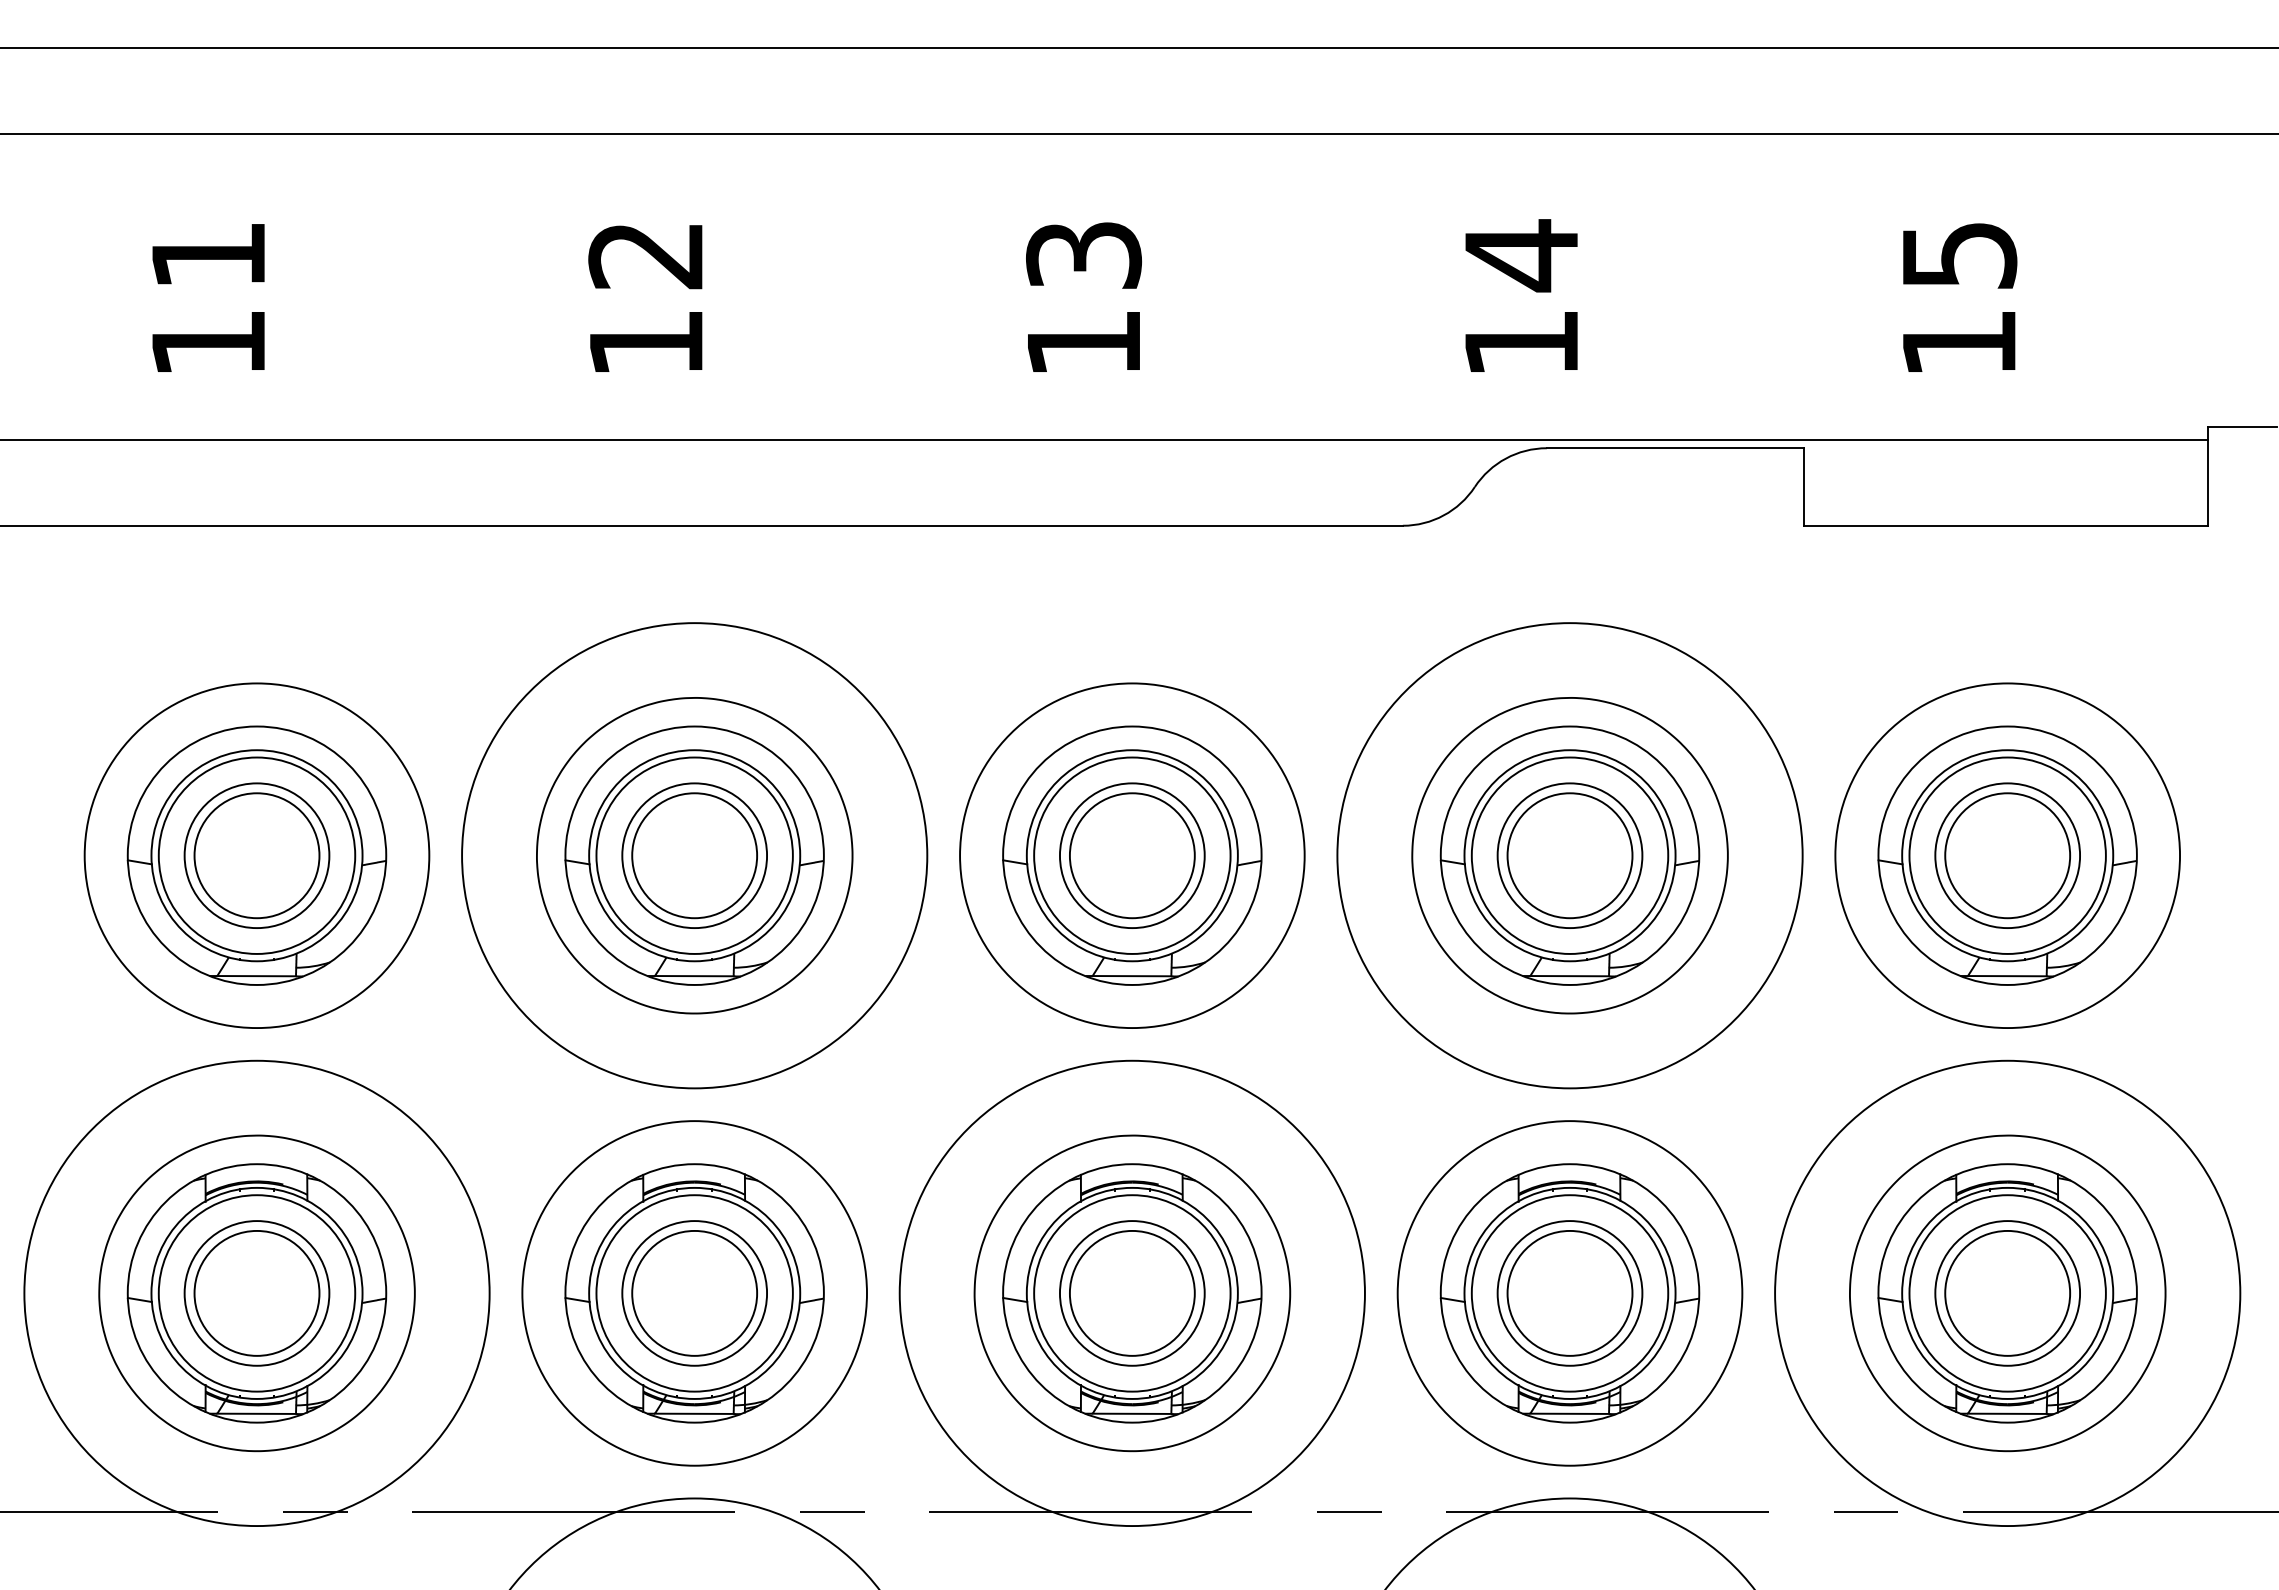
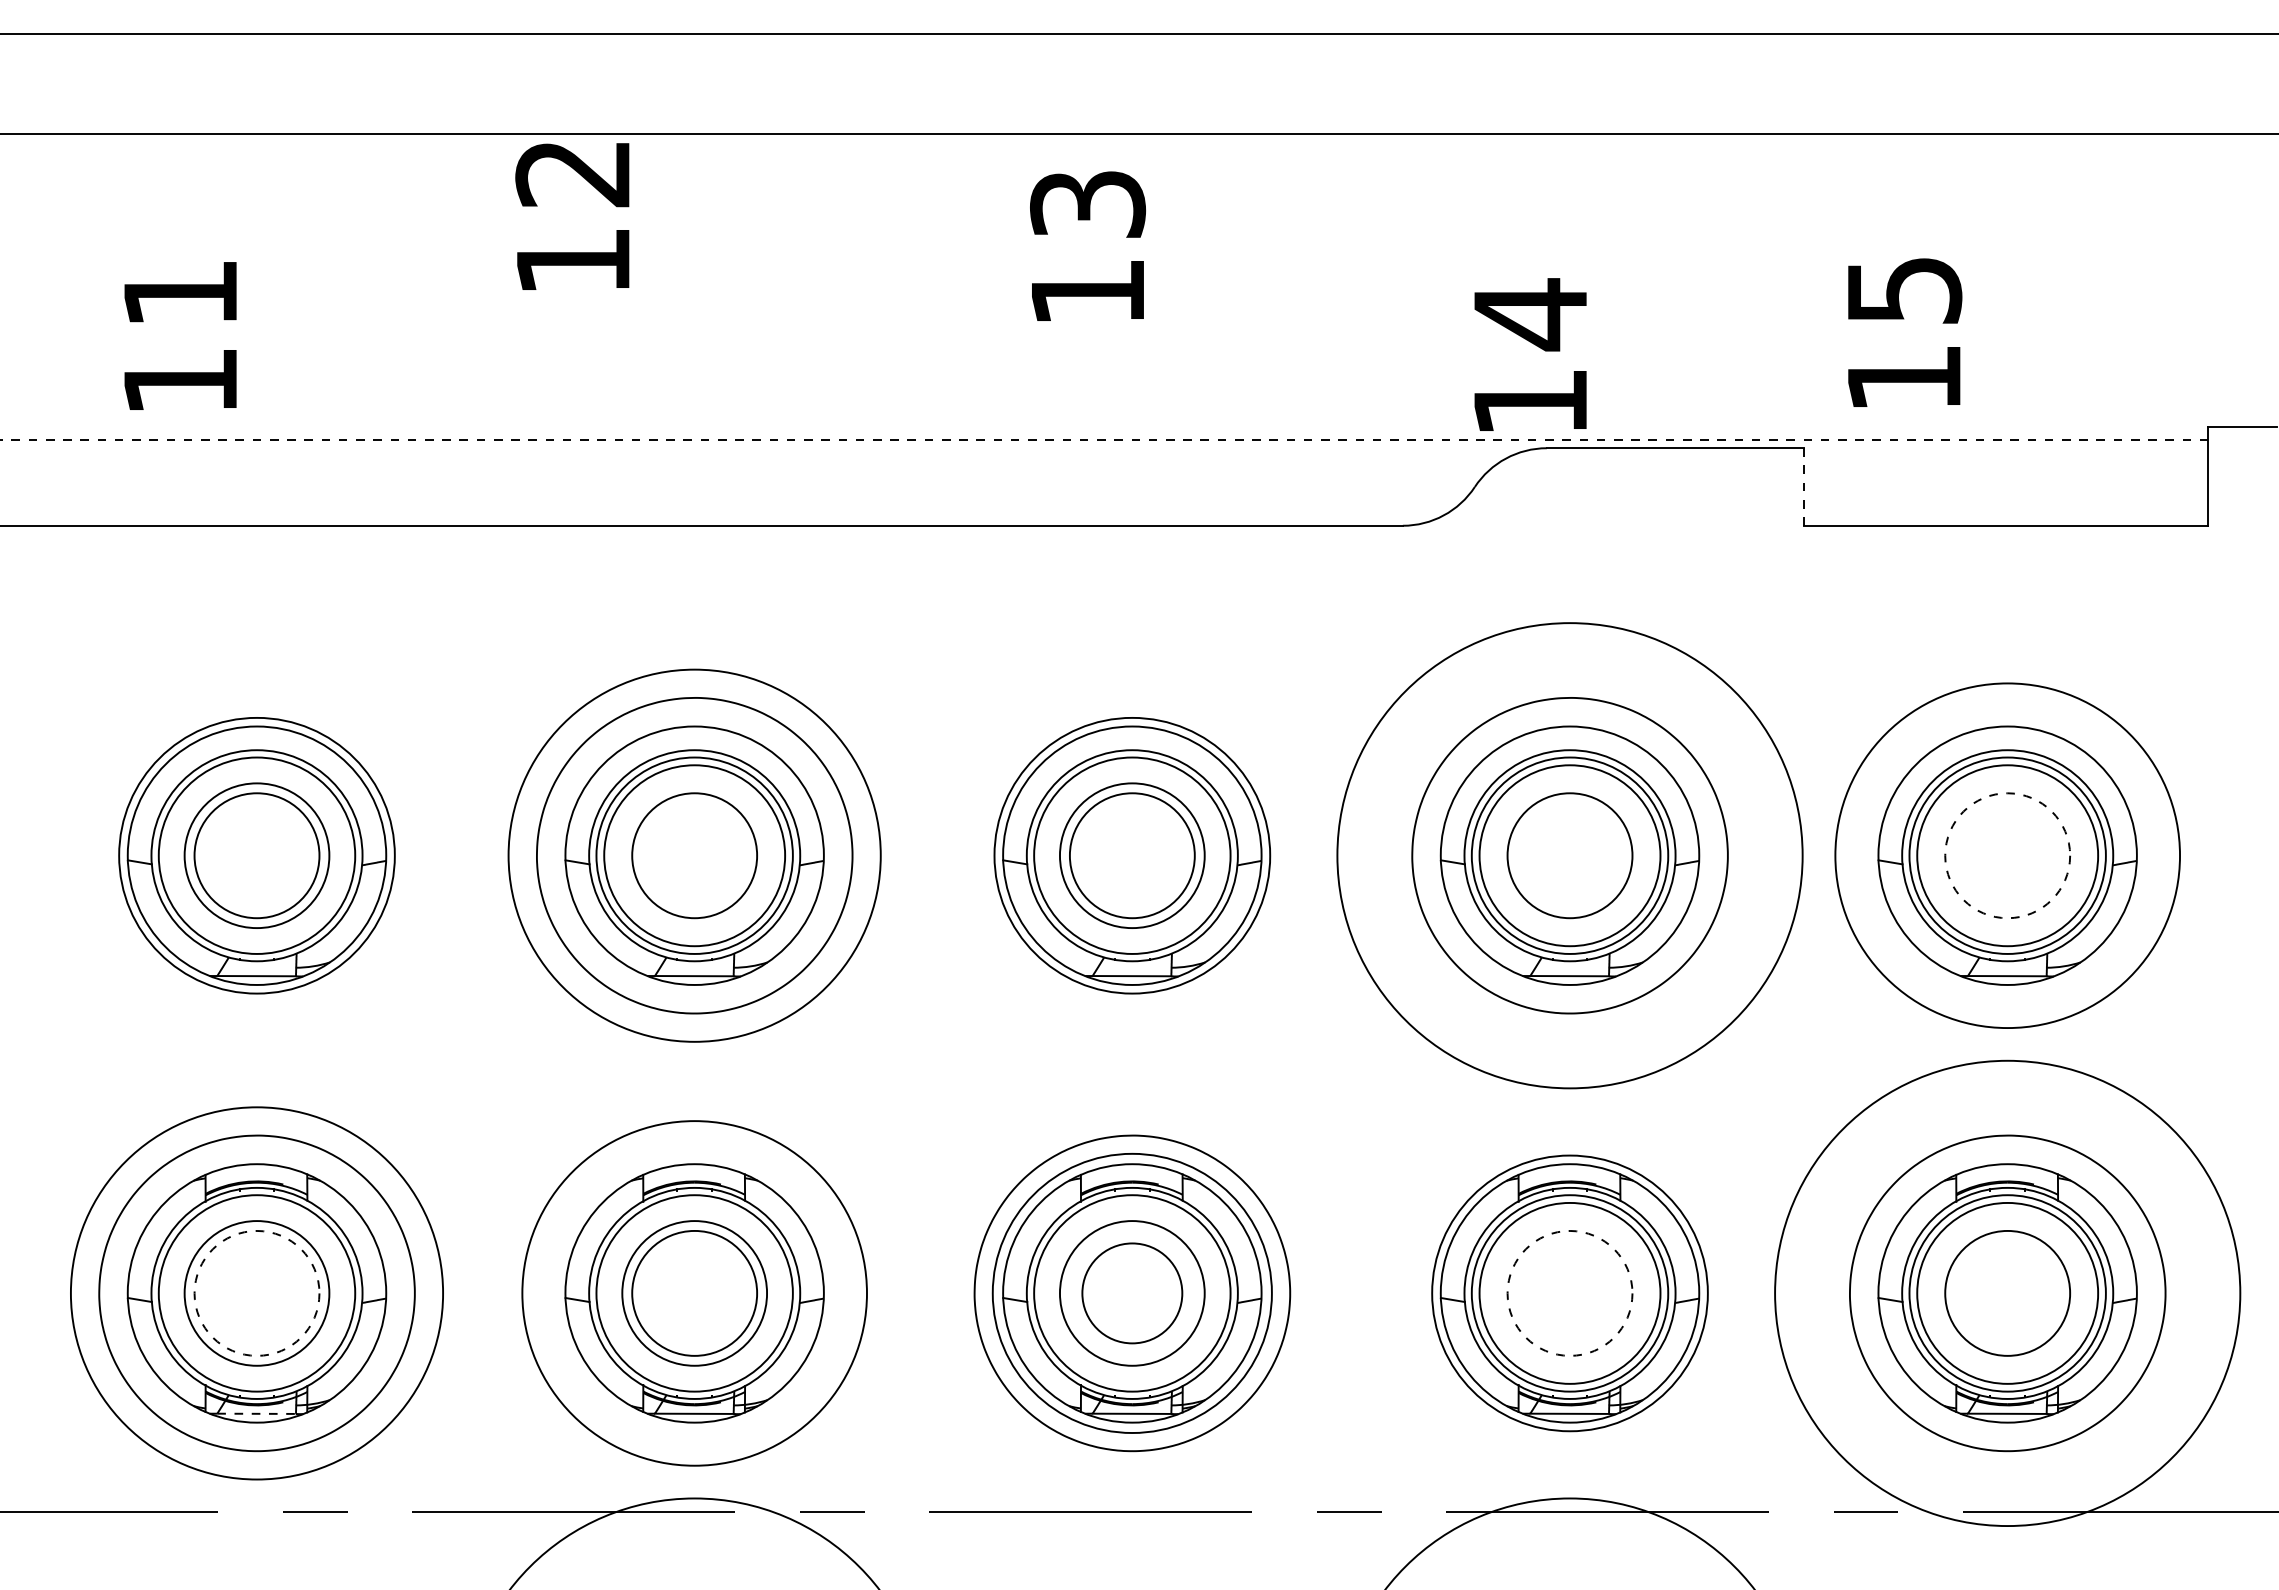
line at (1138, 47) position: (1138, 47) -> (1138, 33)
text at (1521, 295) position: (1521, 295) -> (1530, 354)
text at (1083, 296) position: (1083, 296) -> (1087, 245)
text at (208, 297) position: (208, 297) -> (180, 335)
text at (1960, 297) position: (1960, 297) -> (1905, 332)
text at (645, 298) position: (645, 298) -> (572, 216)
line at (1104, 439): solid -> dashed
line at (1803, 487): solid -> dashed
circle at (256, 855) diameter: 345 px -> 276 px
circle at (694, 855) diameter: 145 px -> 181 px
circle at (694, 855) diameter: 465 px -> 372 px
circle at (1132, 855) diameter: 345 px -> 276 px
circle at (1569, 855) diameter: 145 px -> 181 px
circle at (2007, 855) diameter: 145 px -> 181 px
circle at (2007, 855): solid -> dashed
circle at (256, 1292): solid -> dashed
circle at (1131, 1292) diameter: 125 px -> 100 px
circle at (1569, 1292): solid -> dashed
circle at (256, 1293) diameter: 465 px -> 372 px
circle at (1131, 1293) diameter: 465 px -> 279 px
circle at (1569, 1293) diameter: 145 px -> 181 px
circle at (1569, 1293) diameter: 345 px -> 276 px
circle at (2007, 1293) diameter: 145 px -> 181 px
line at (257, 1413): solid -> dashed
